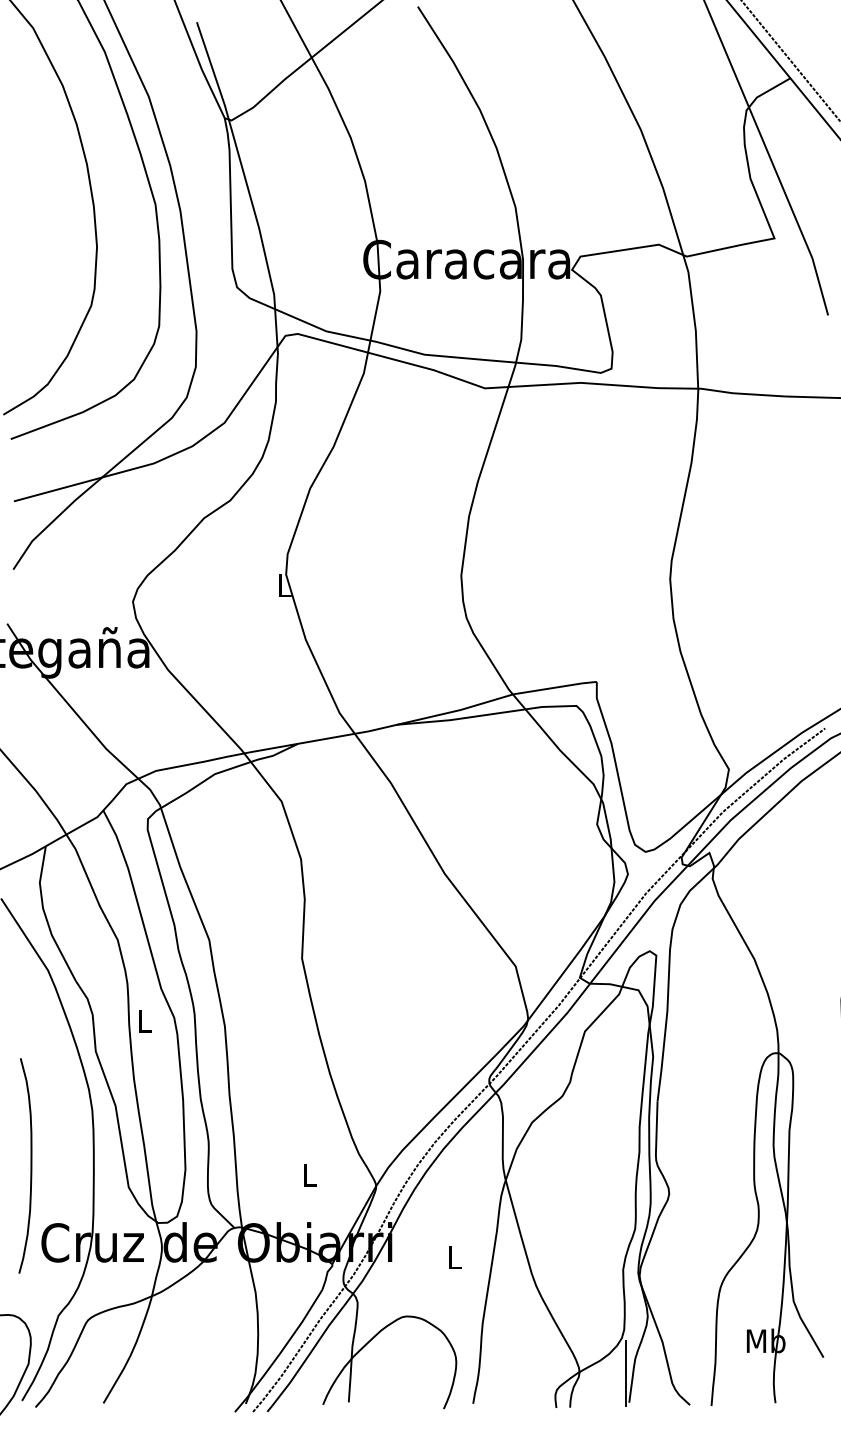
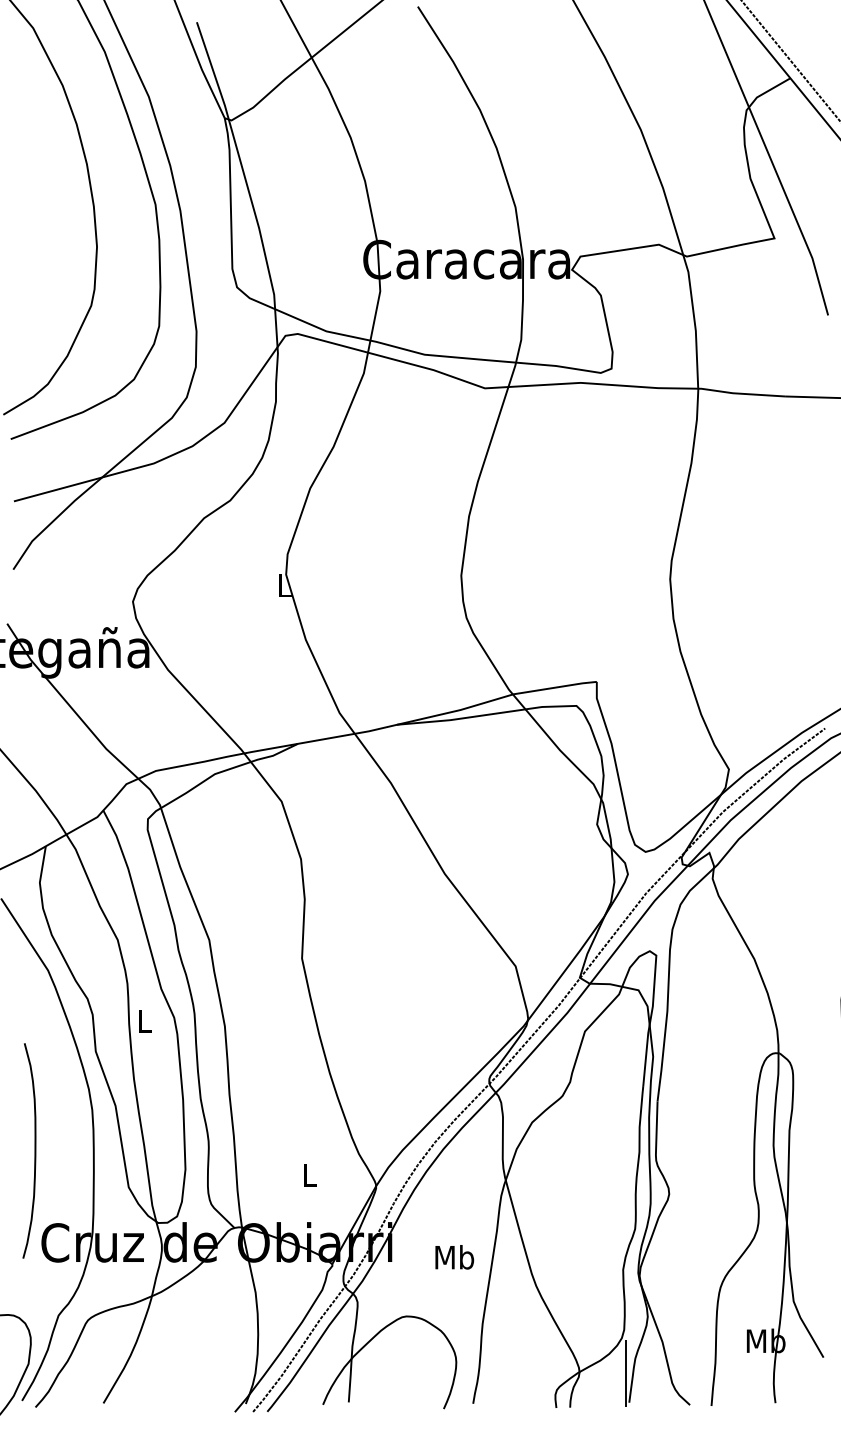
curve at (30, 1165) position: (30, 1165) -> (34, 1150)
text at (454, 1257): L -> Mb
